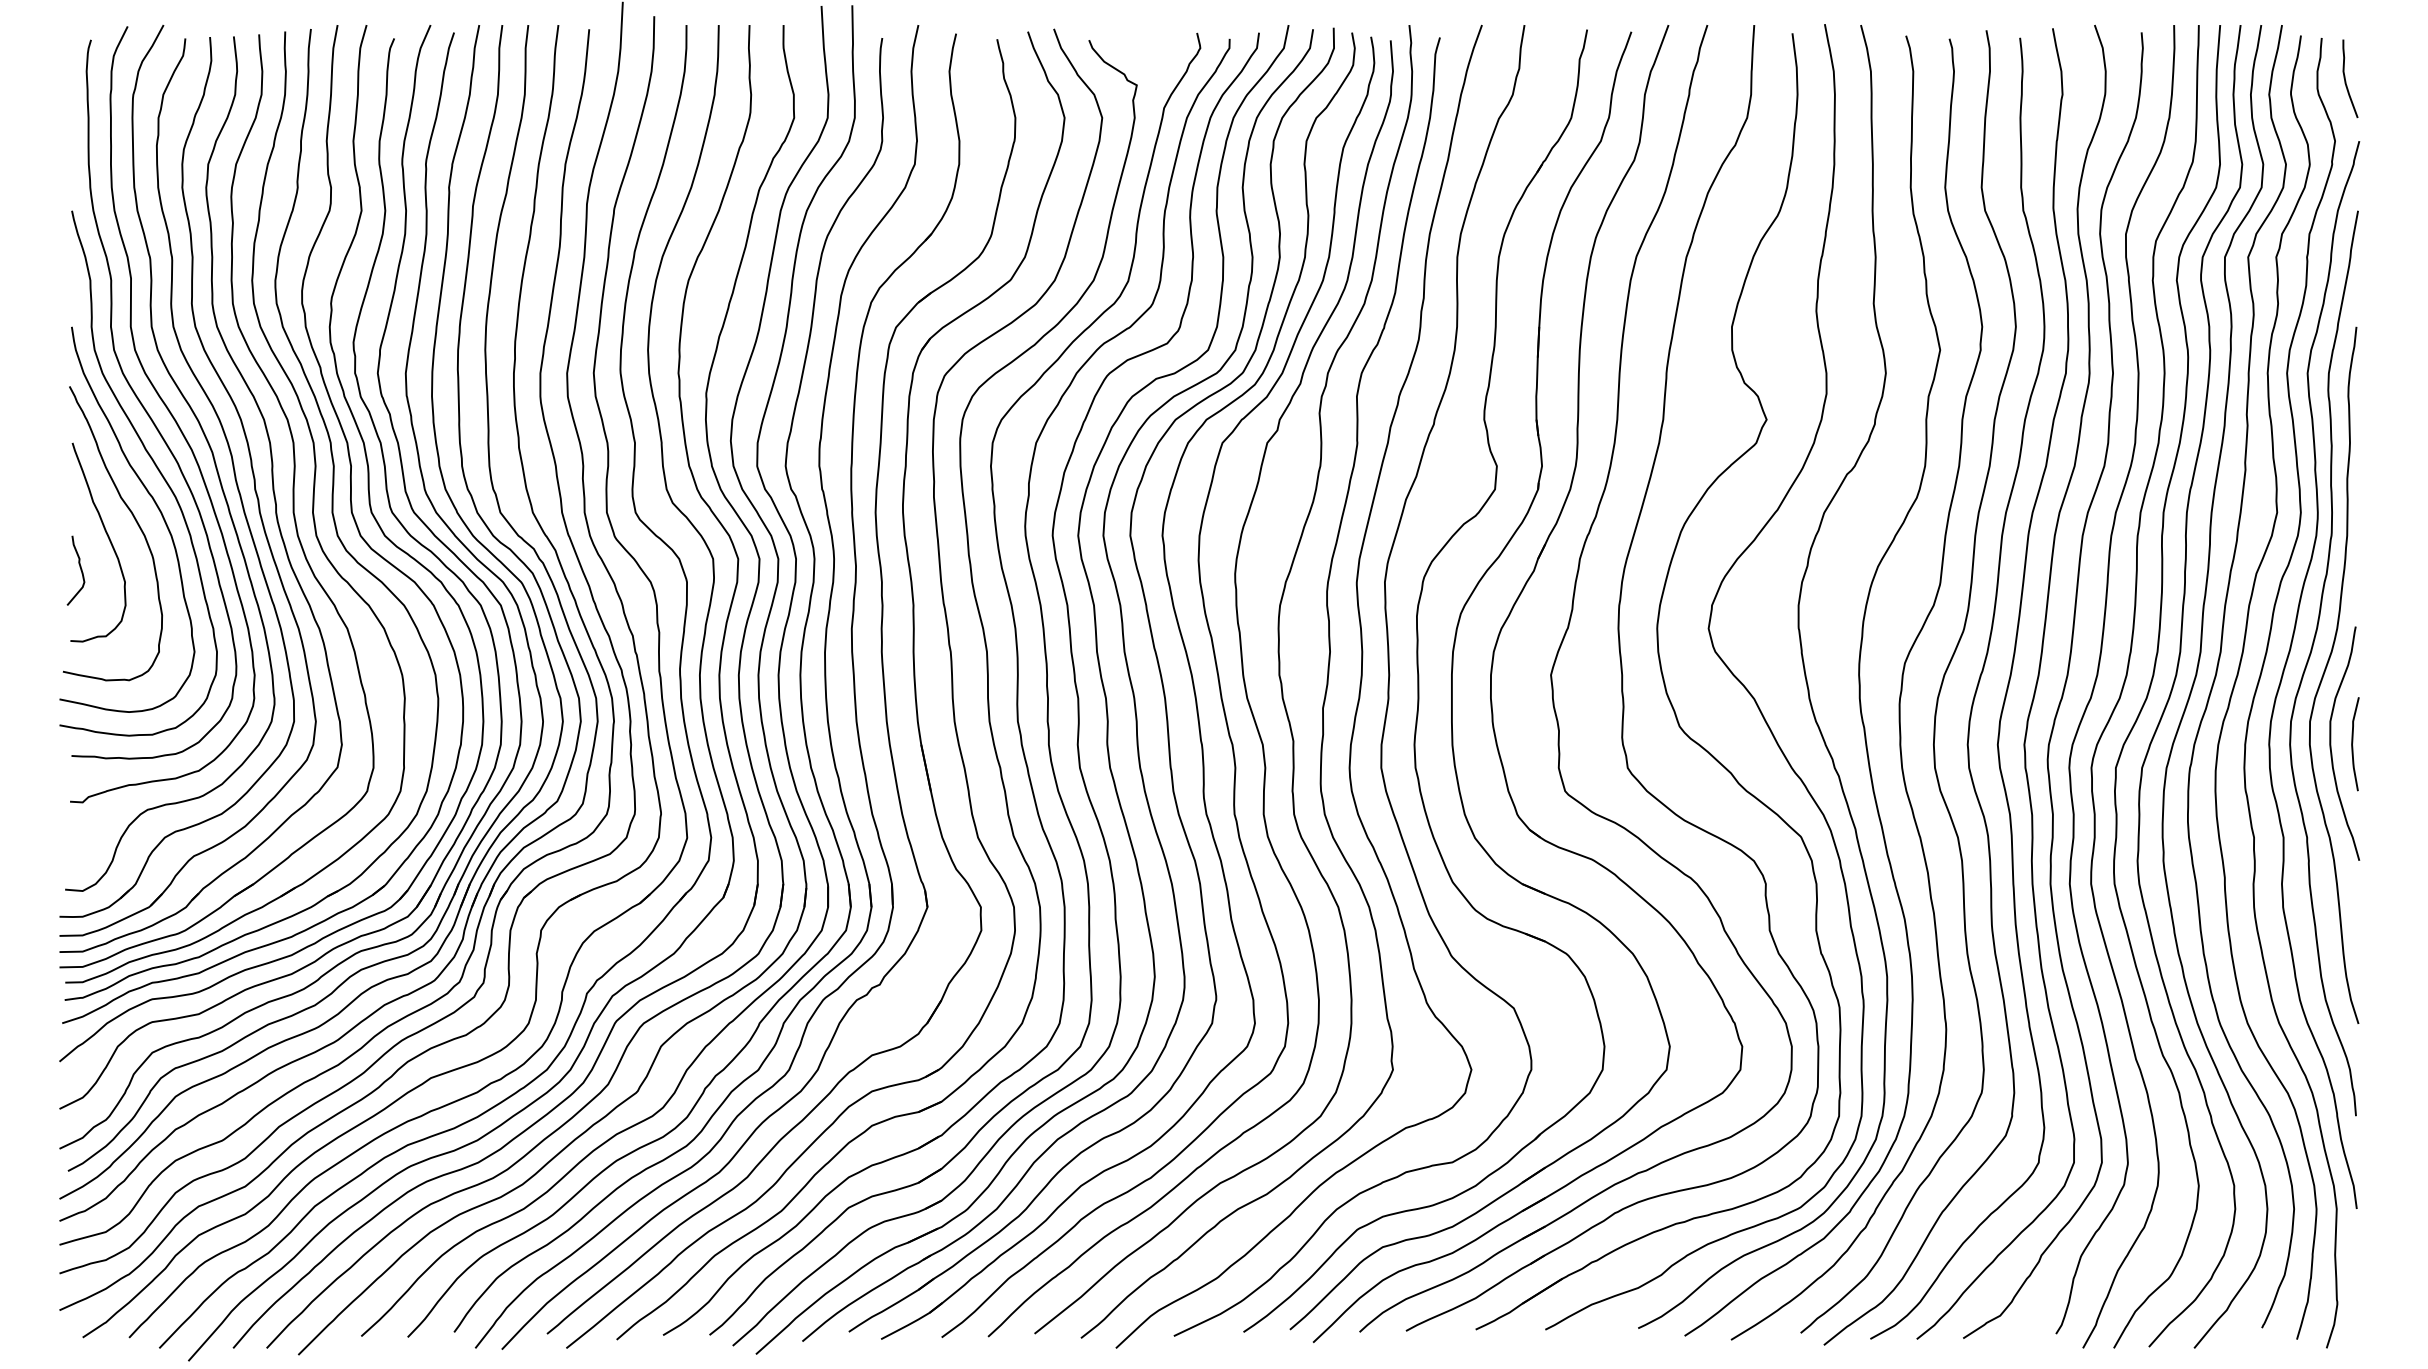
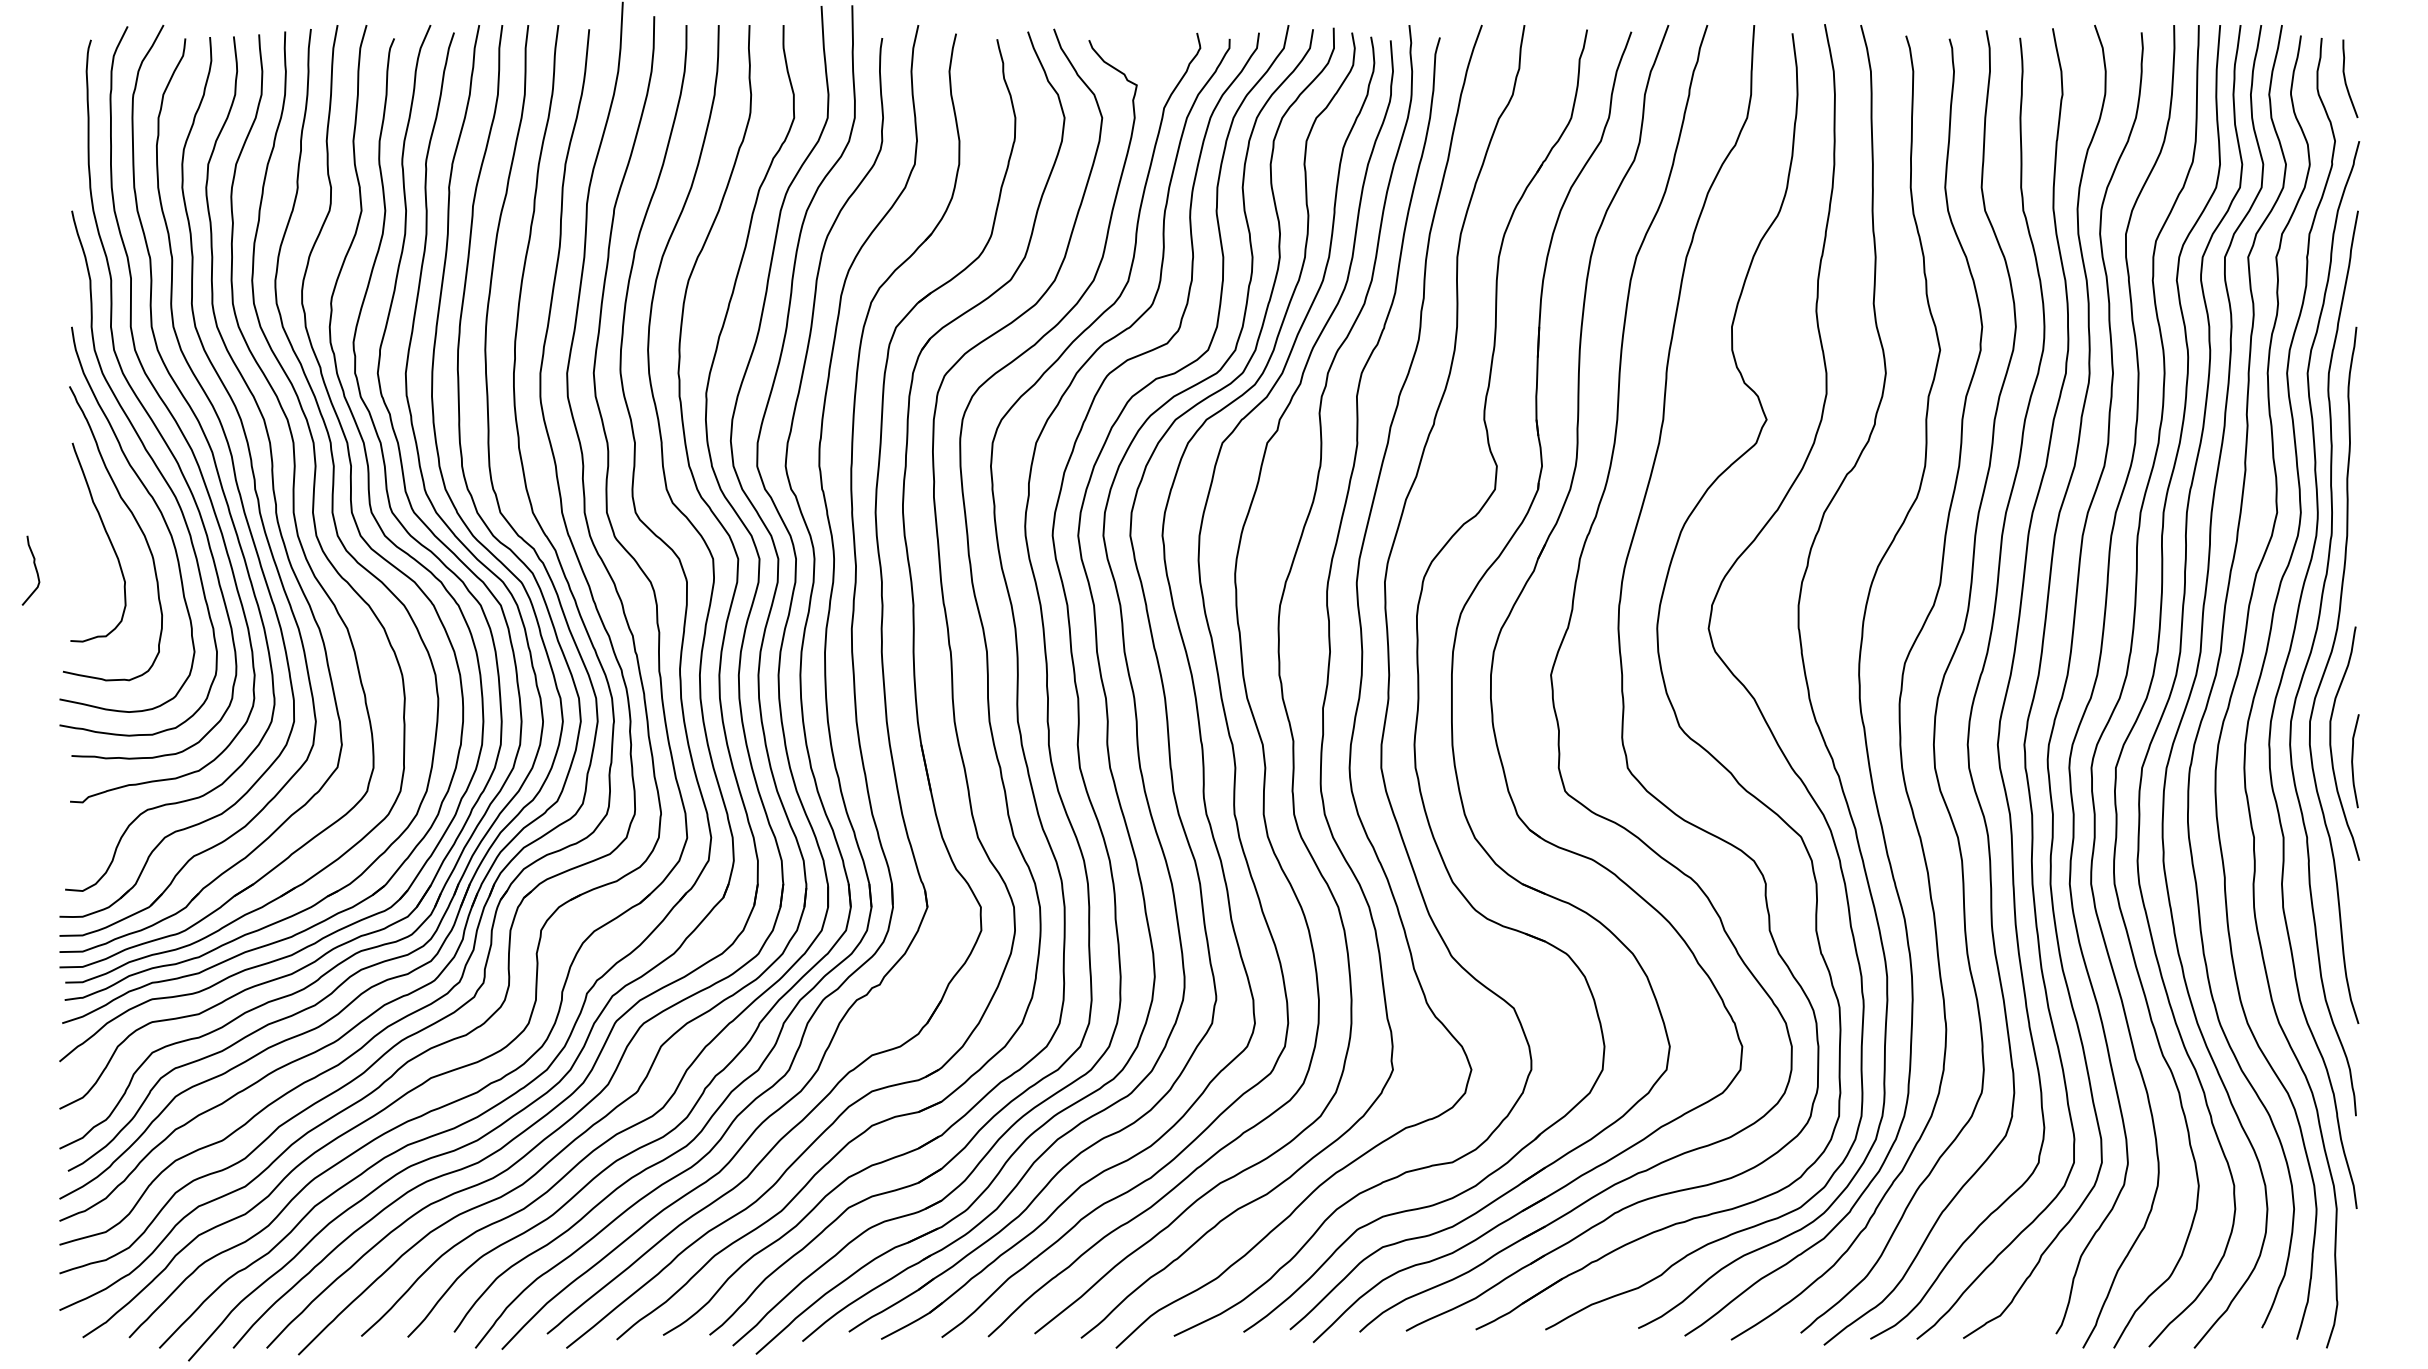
curve at (79, 567) position: (79, 567) -> (34, 567)
curve at (2353, 743) position: (2353, 743) -> (2353, 760)
